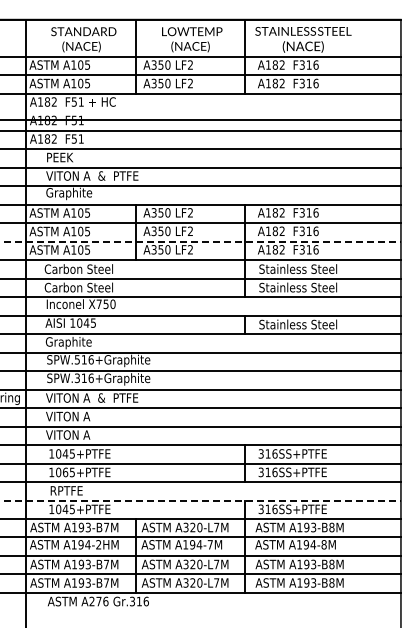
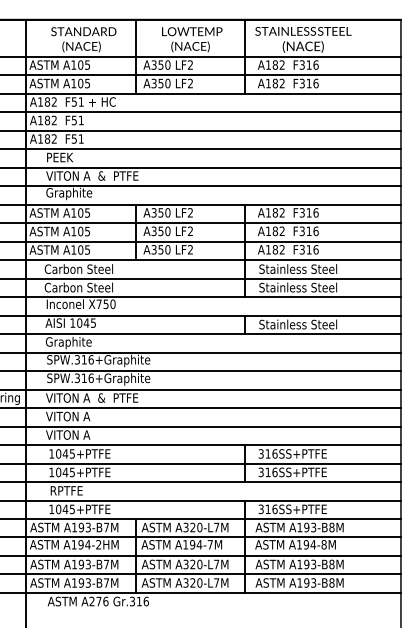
line at (201, 120) position: (201, 120) -> (201, 112)
line at (201, 241): dashed -> solid
text at (77, 359): SPW.516+Graphite -> SPW.316+Graphite
text at (65, 472): 1065+PTFE -> 1045+PTFE
line at (201, 500): dashed -> solid
